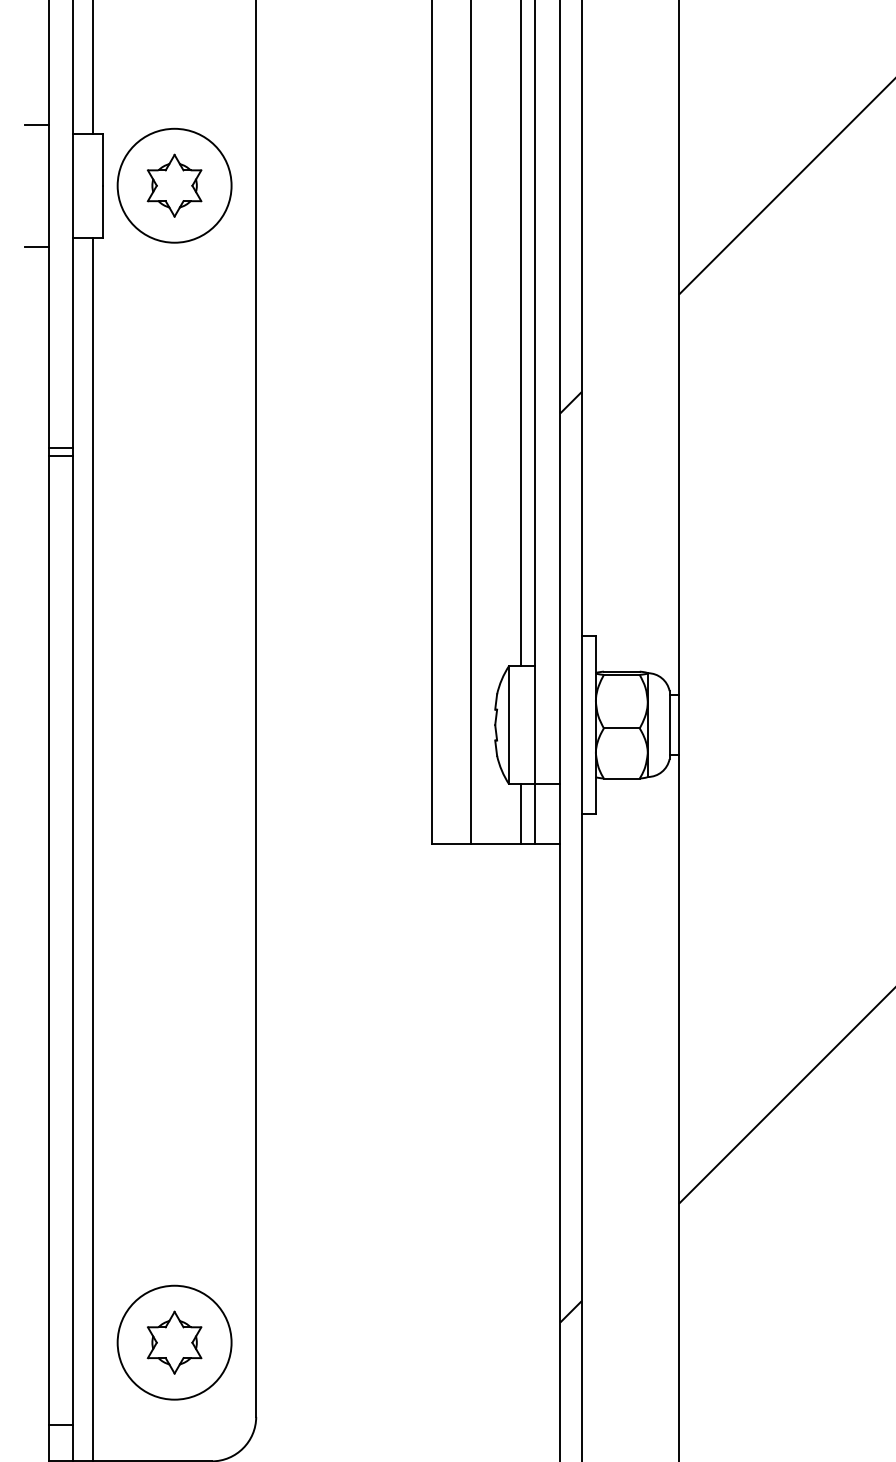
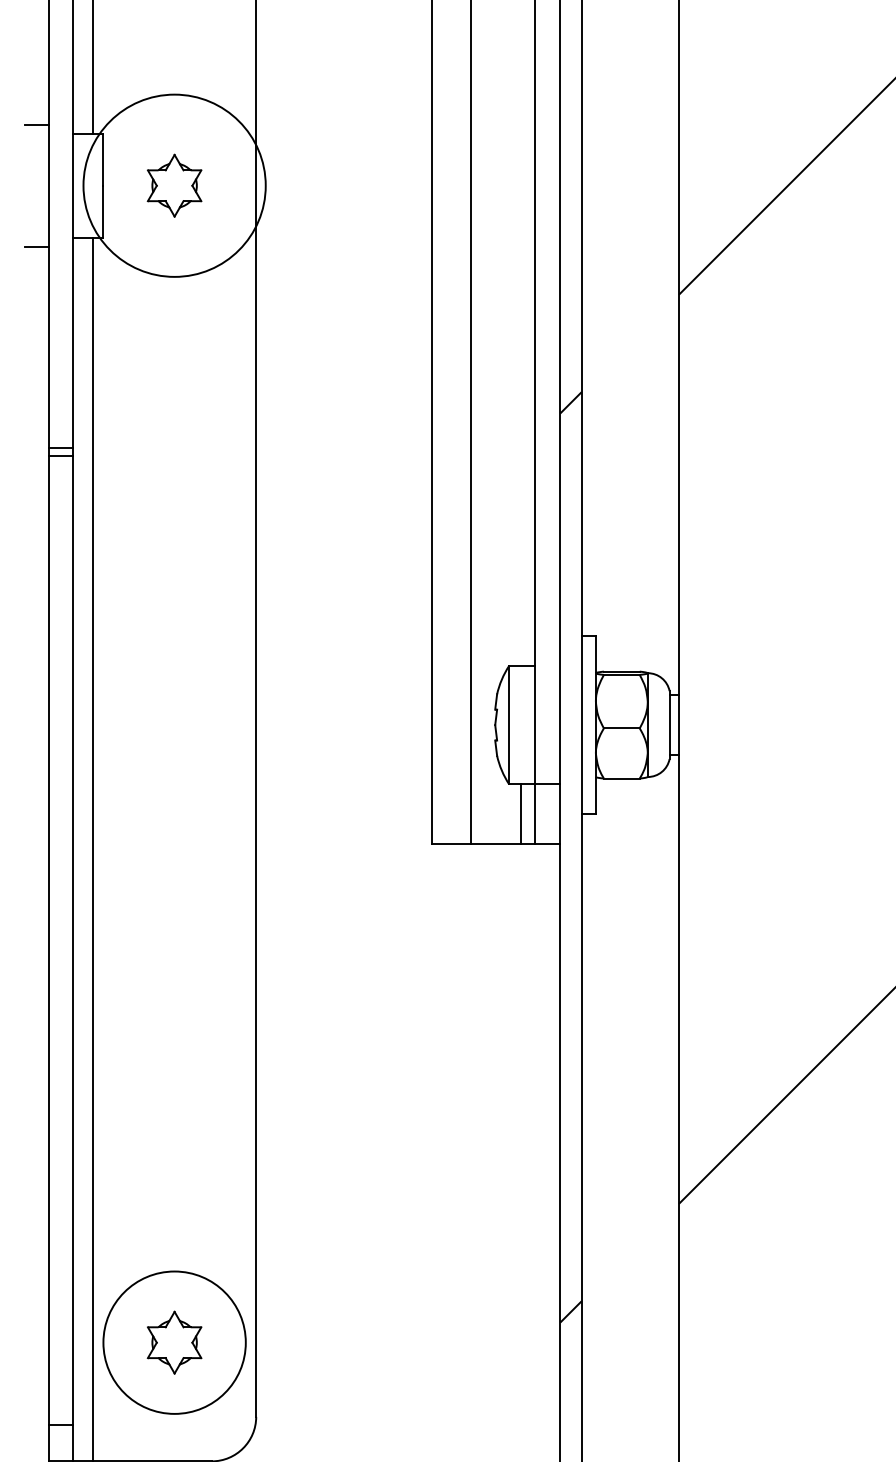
circle at (174, 185) diameter: 114 px -> 182 px
line at (521, 333): present -> none
circle at (174, 1342) diameter: 114 px -> 142 px
